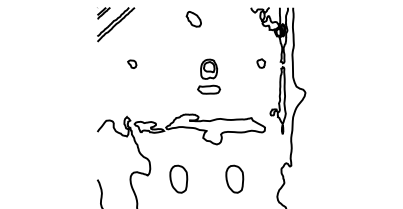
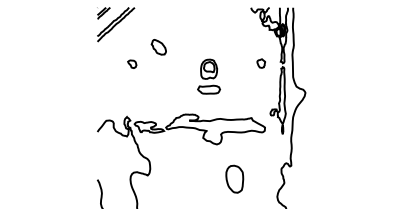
part at (193, 19) position: (193, 19) -> (158, 47)
part at (178, 178): present -> none
